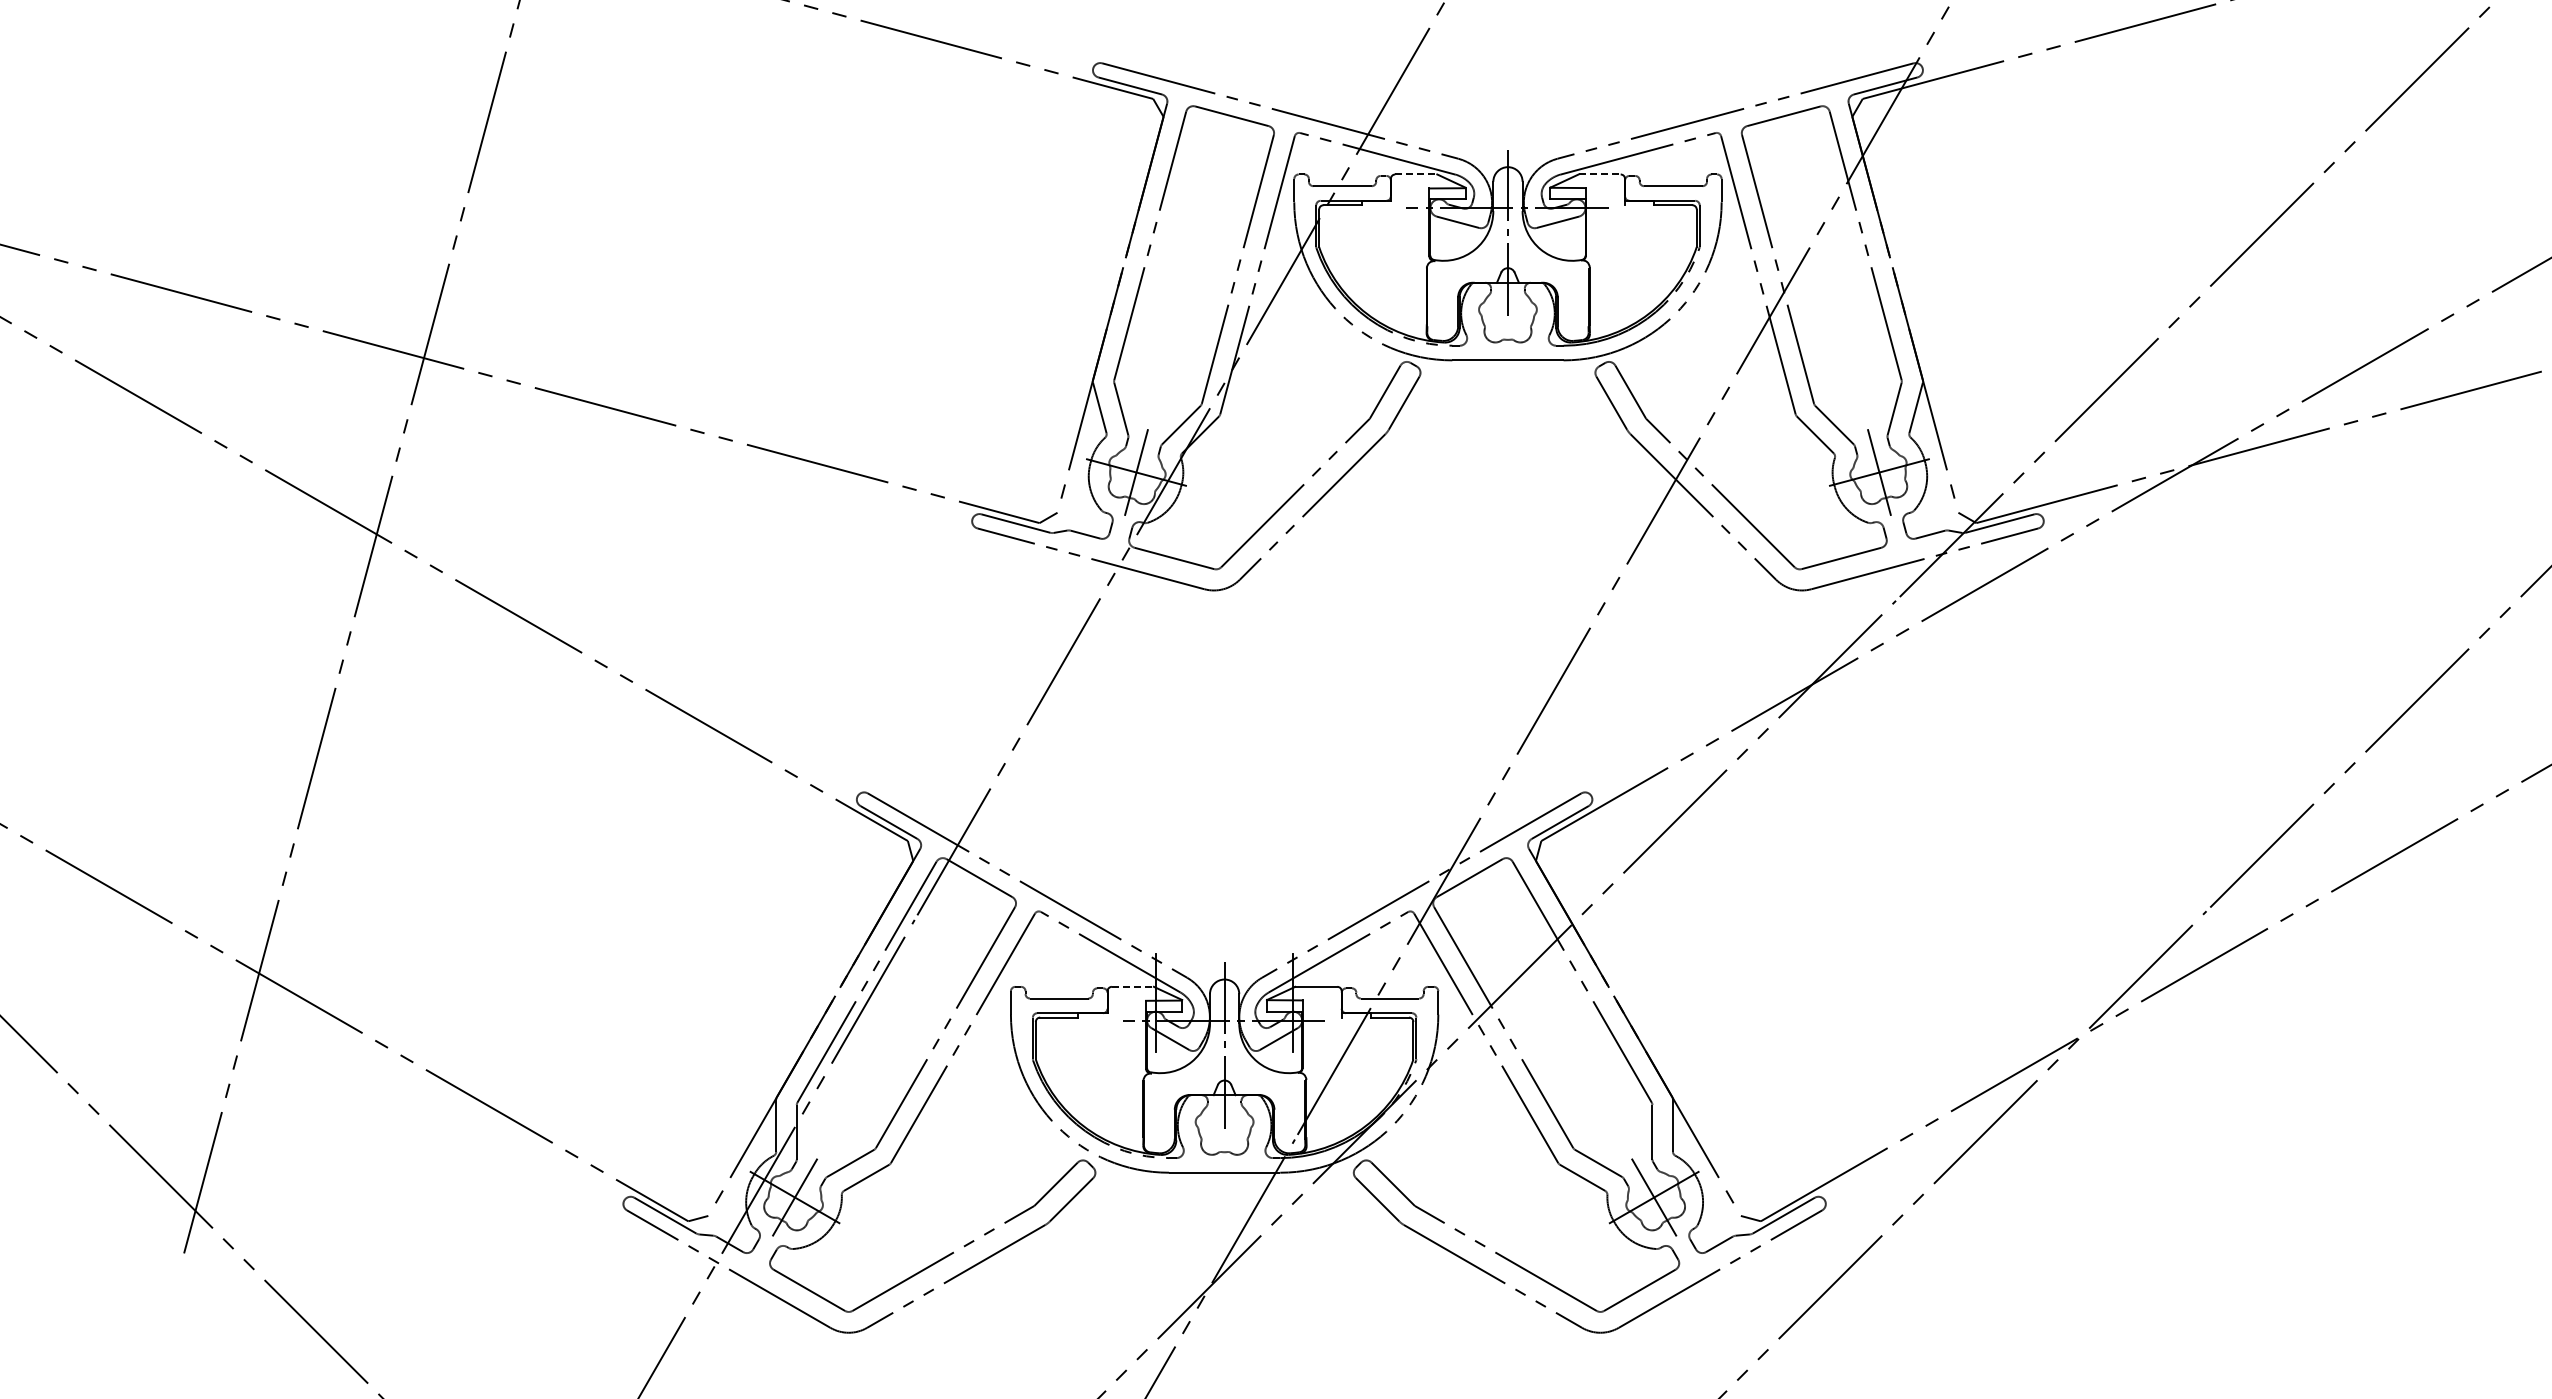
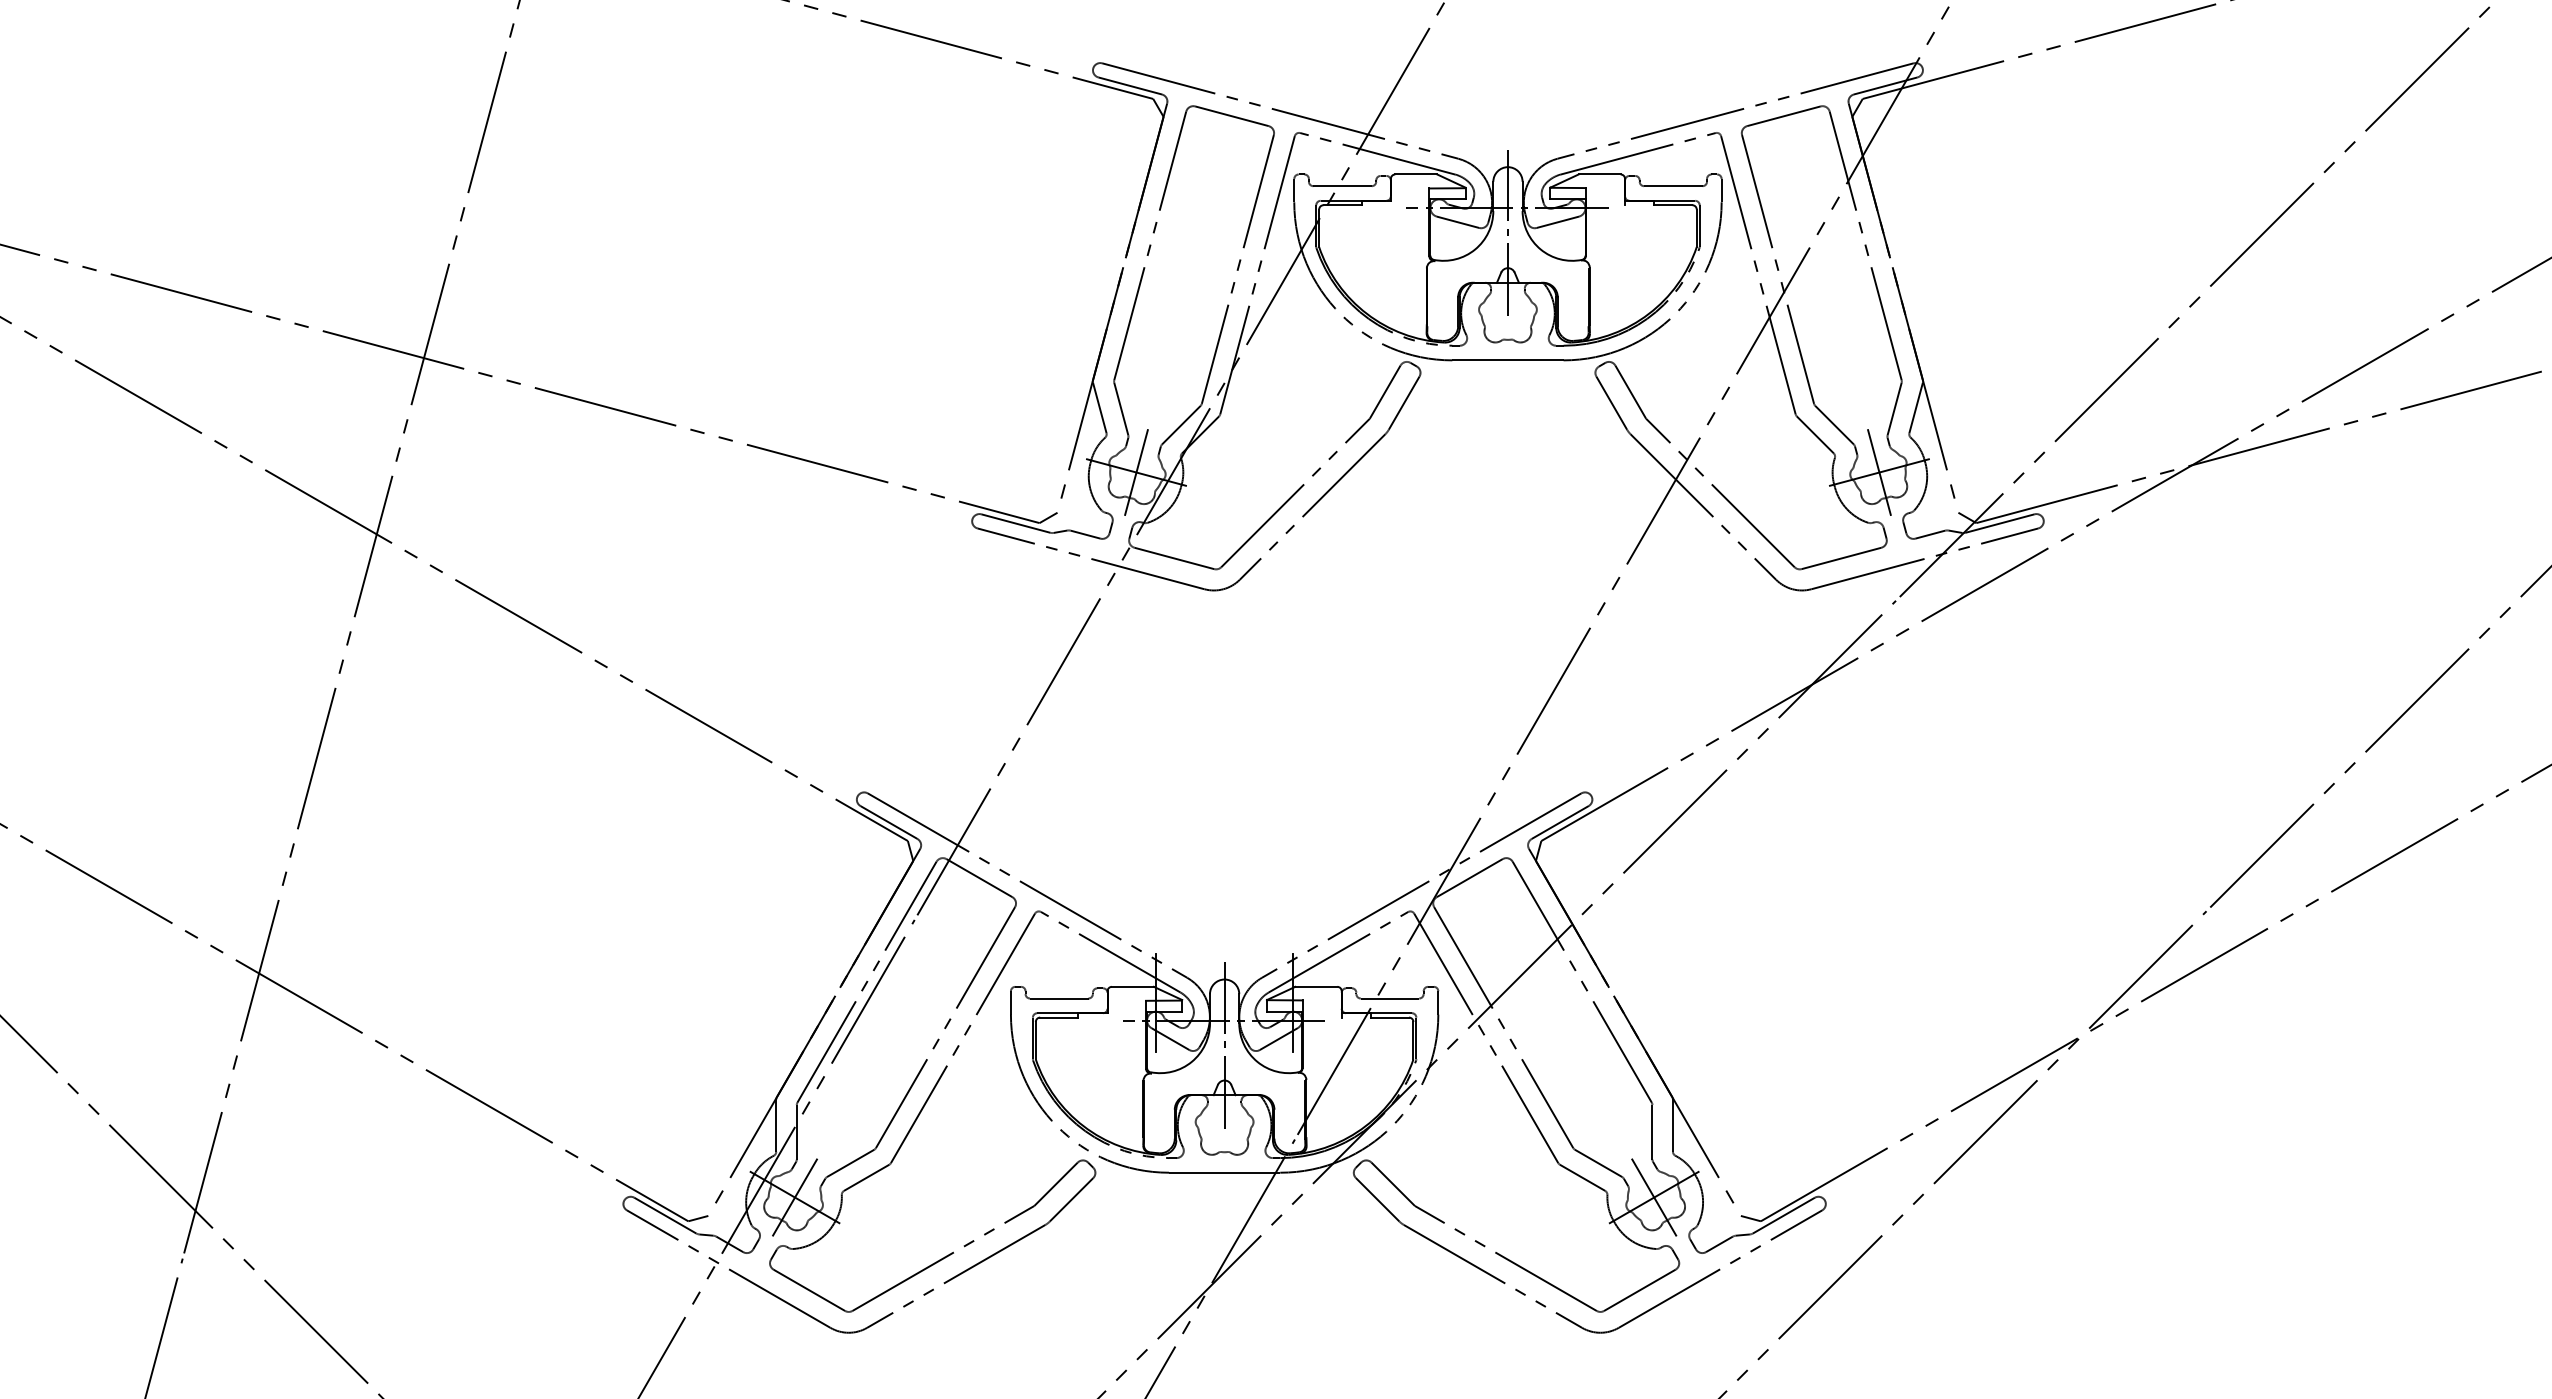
line at (1416, 174): dashed -> solid
line at (1600, 174): dashed -> solid
line at (1132, 986): dashed -> solid
line at (163, 1326): none -> present
